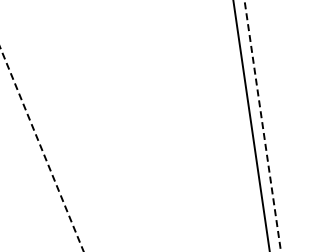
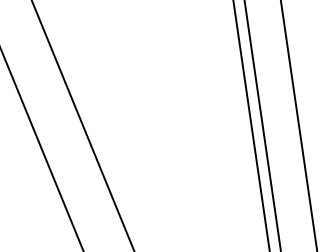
line at (82, 125): none -> present
line at (298, 125): none -> present
line at (262, 126): dashed -> solid
line at (42, 149): dashed -> solid
